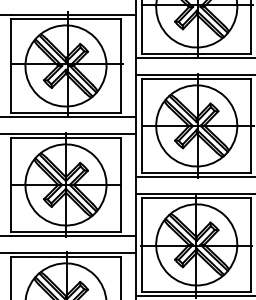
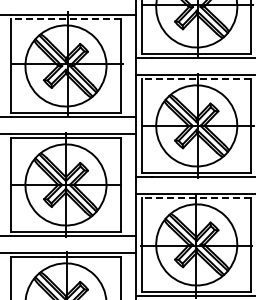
line at (65, 19): solid -> dashed
line at (196, 79): solid -> dashed
line at (196, 198): solid -> dashed
